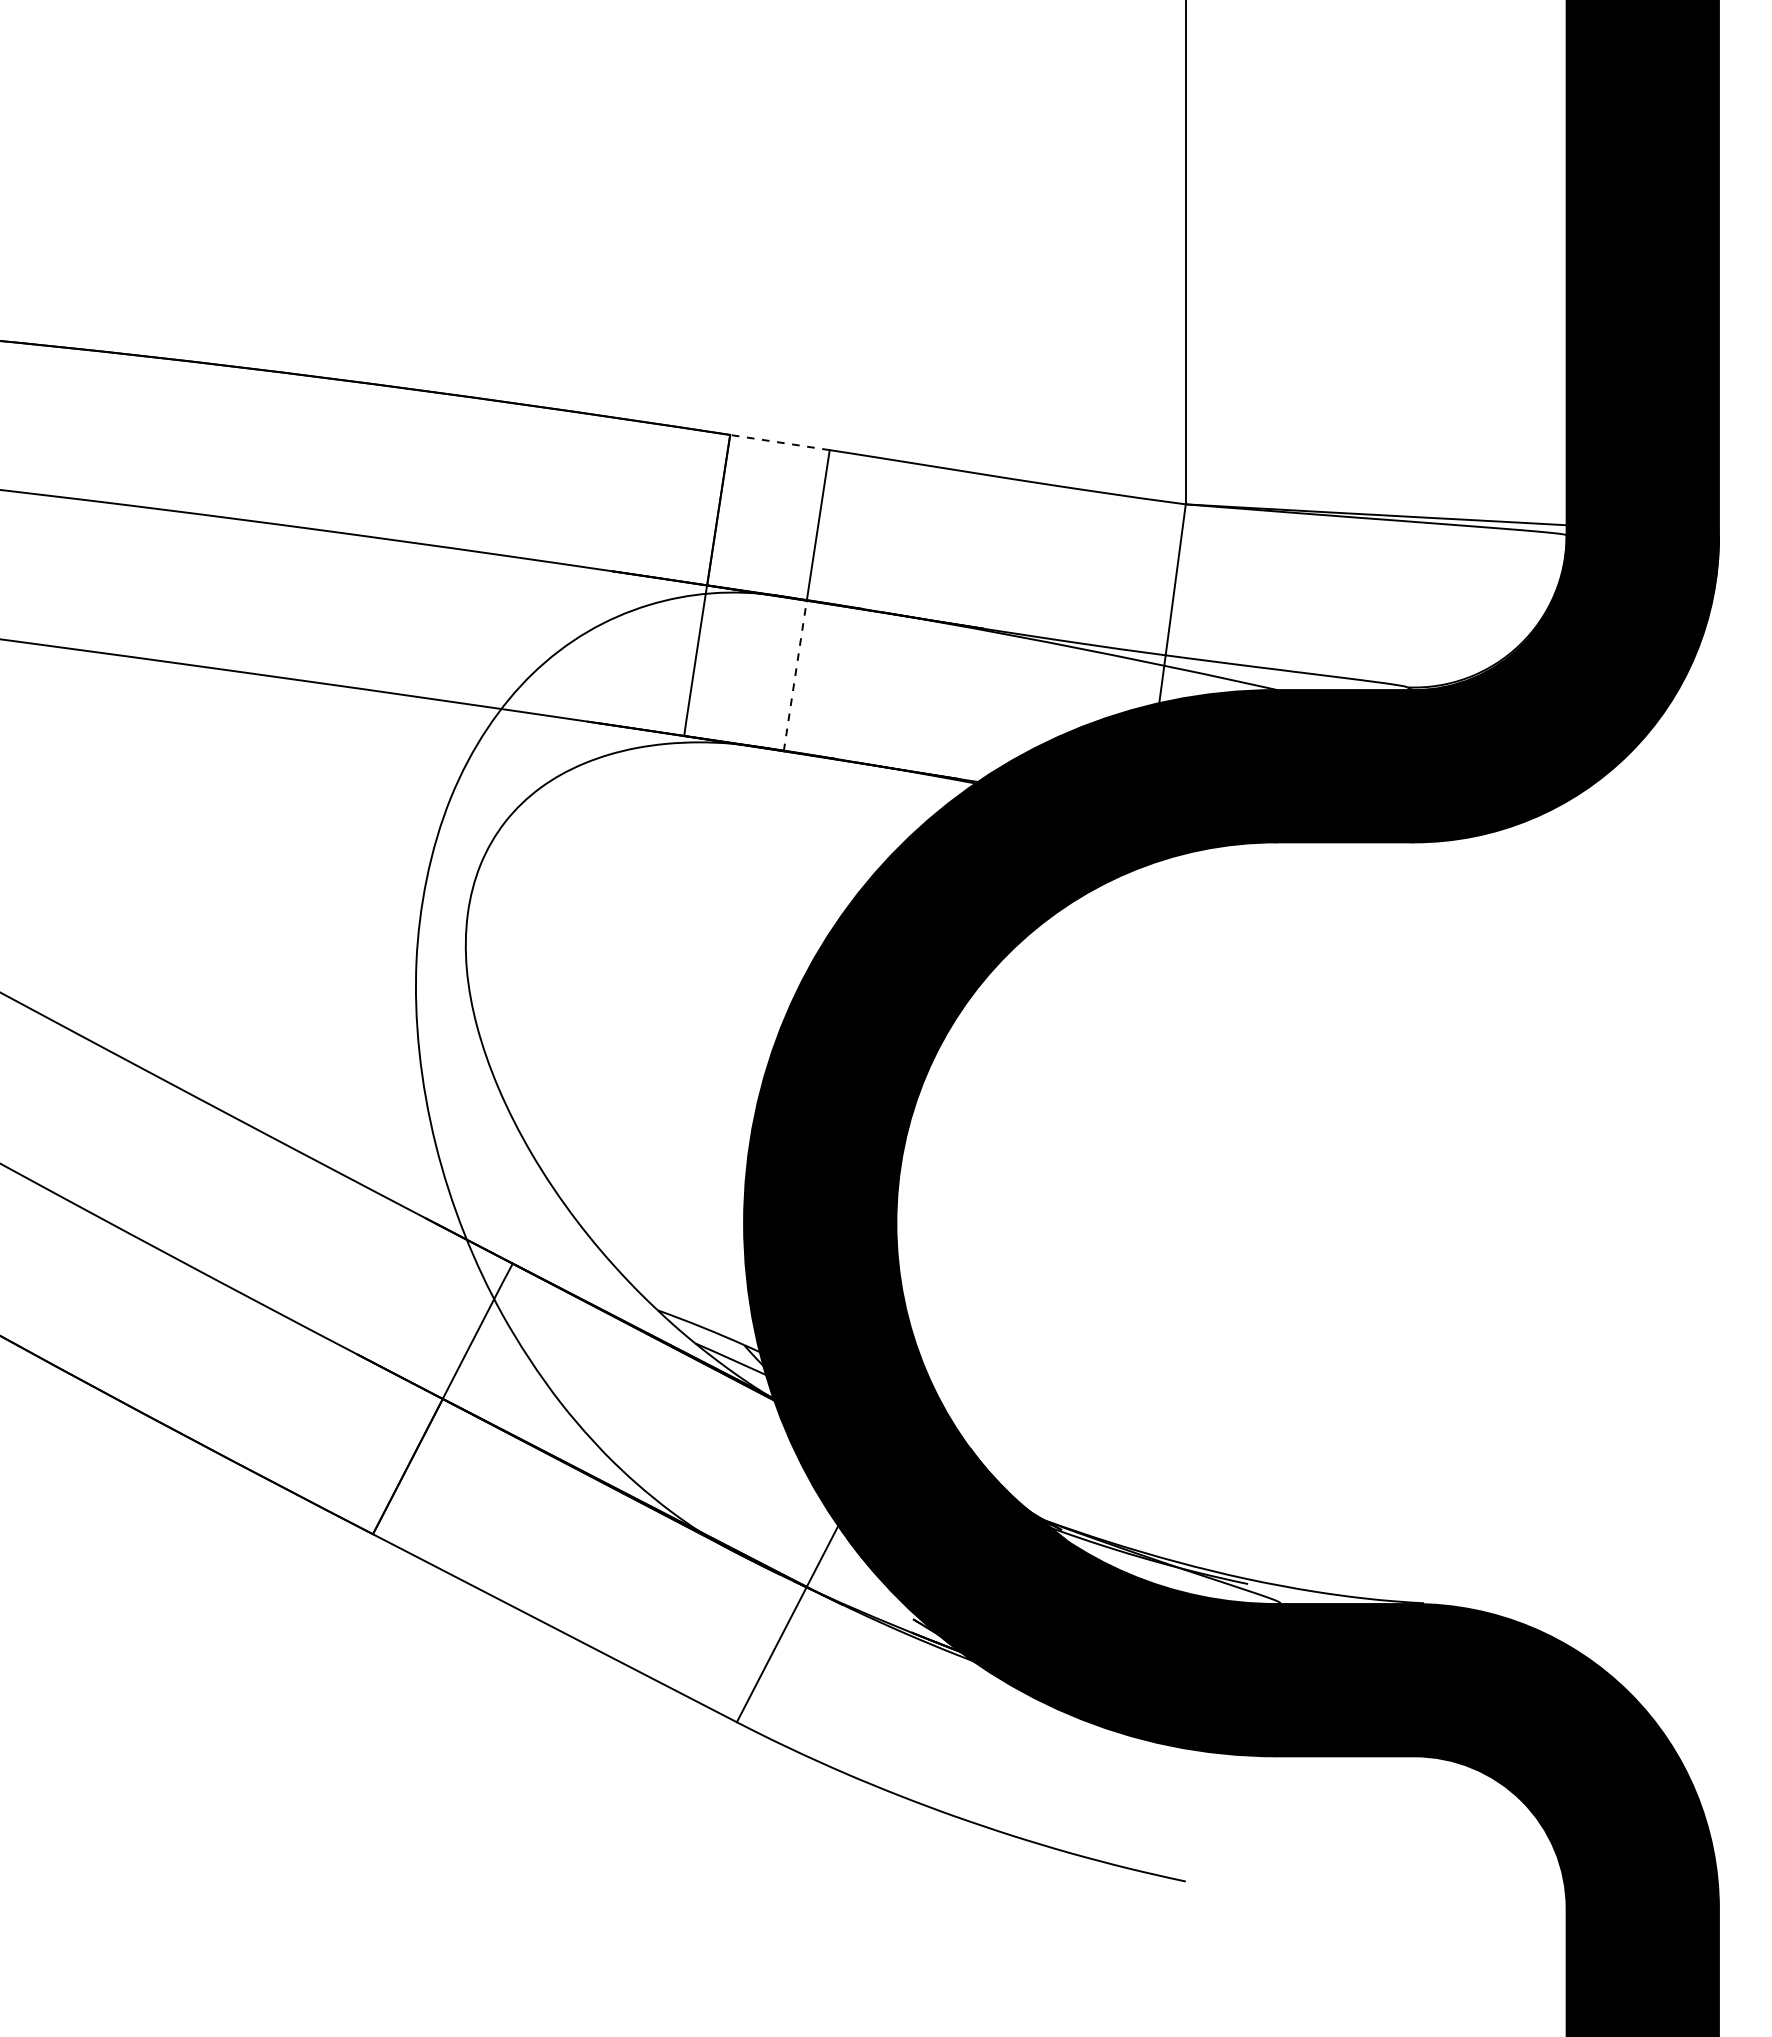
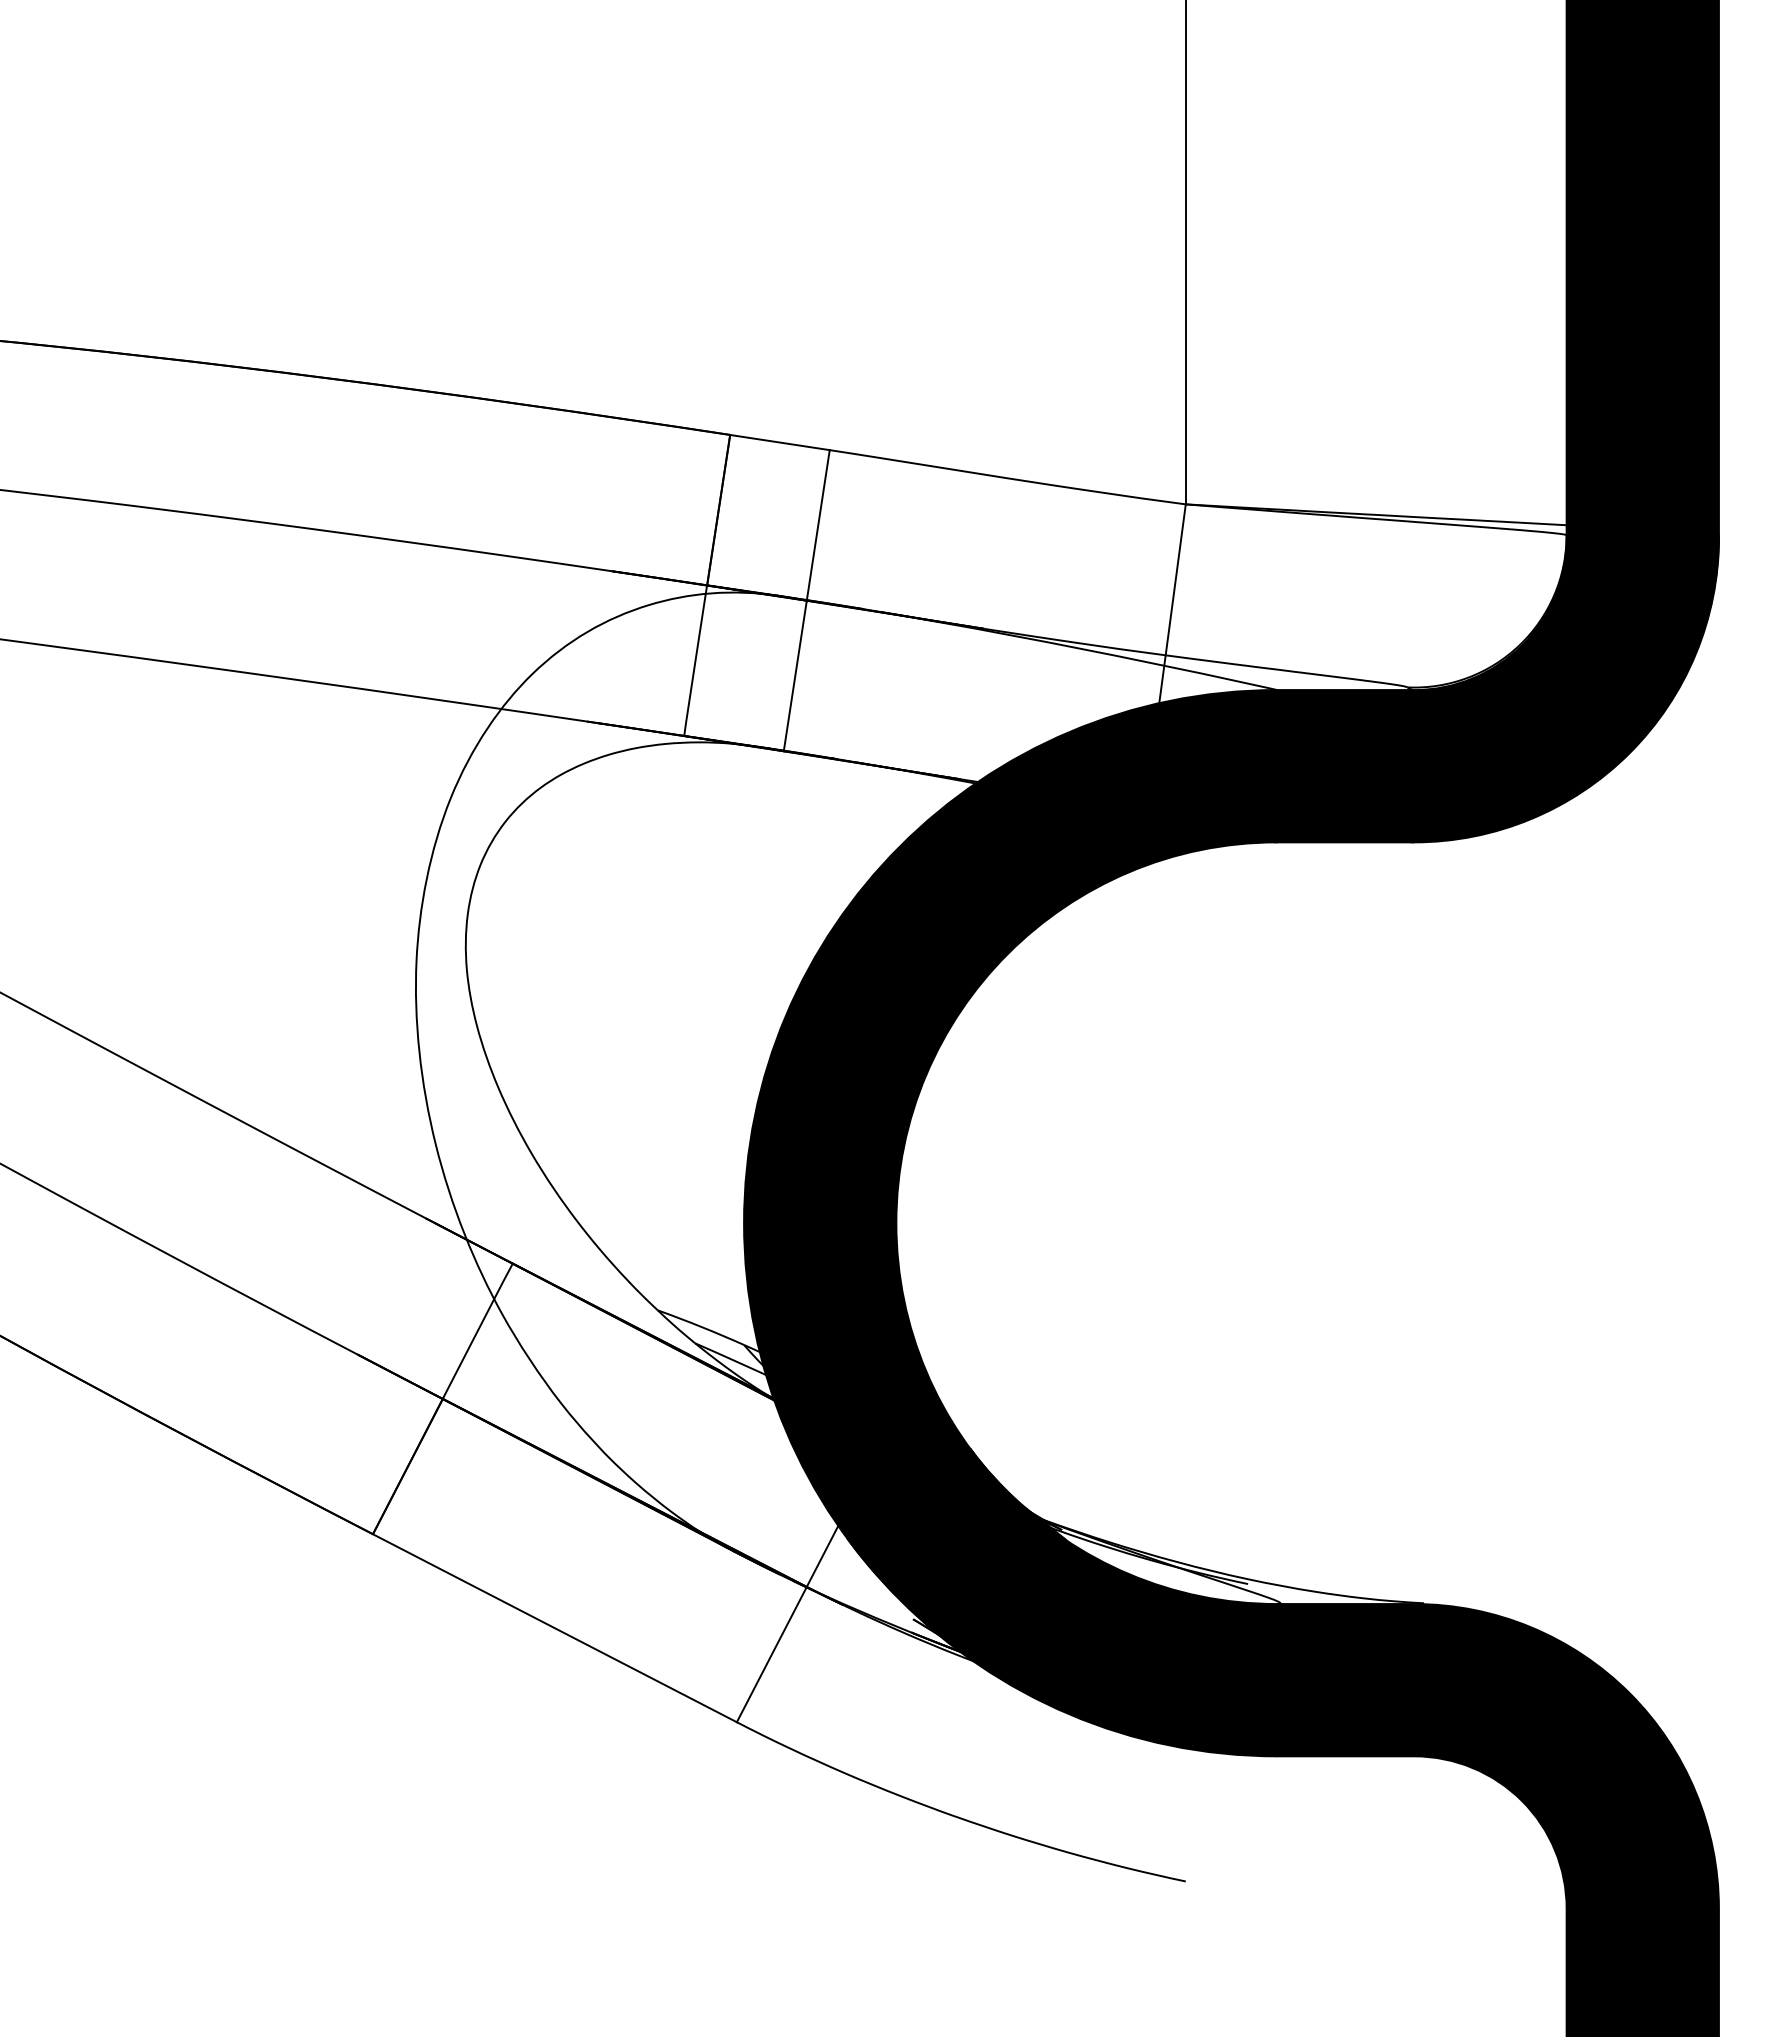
line at (779, 442): dashed -> solid
line at (795, 675): dashed -> solid
